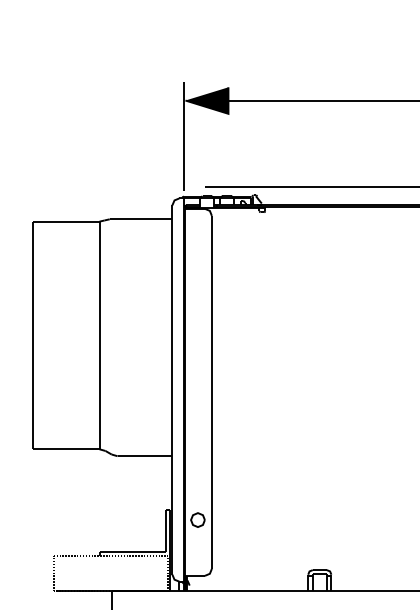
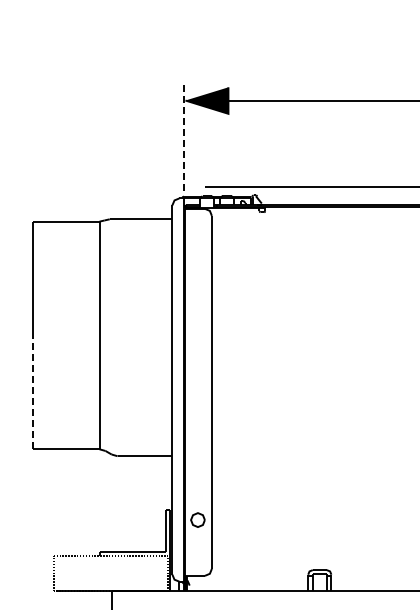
line at (184, 136): solid -> dashed
line at (33, 392): solid -> dashed
